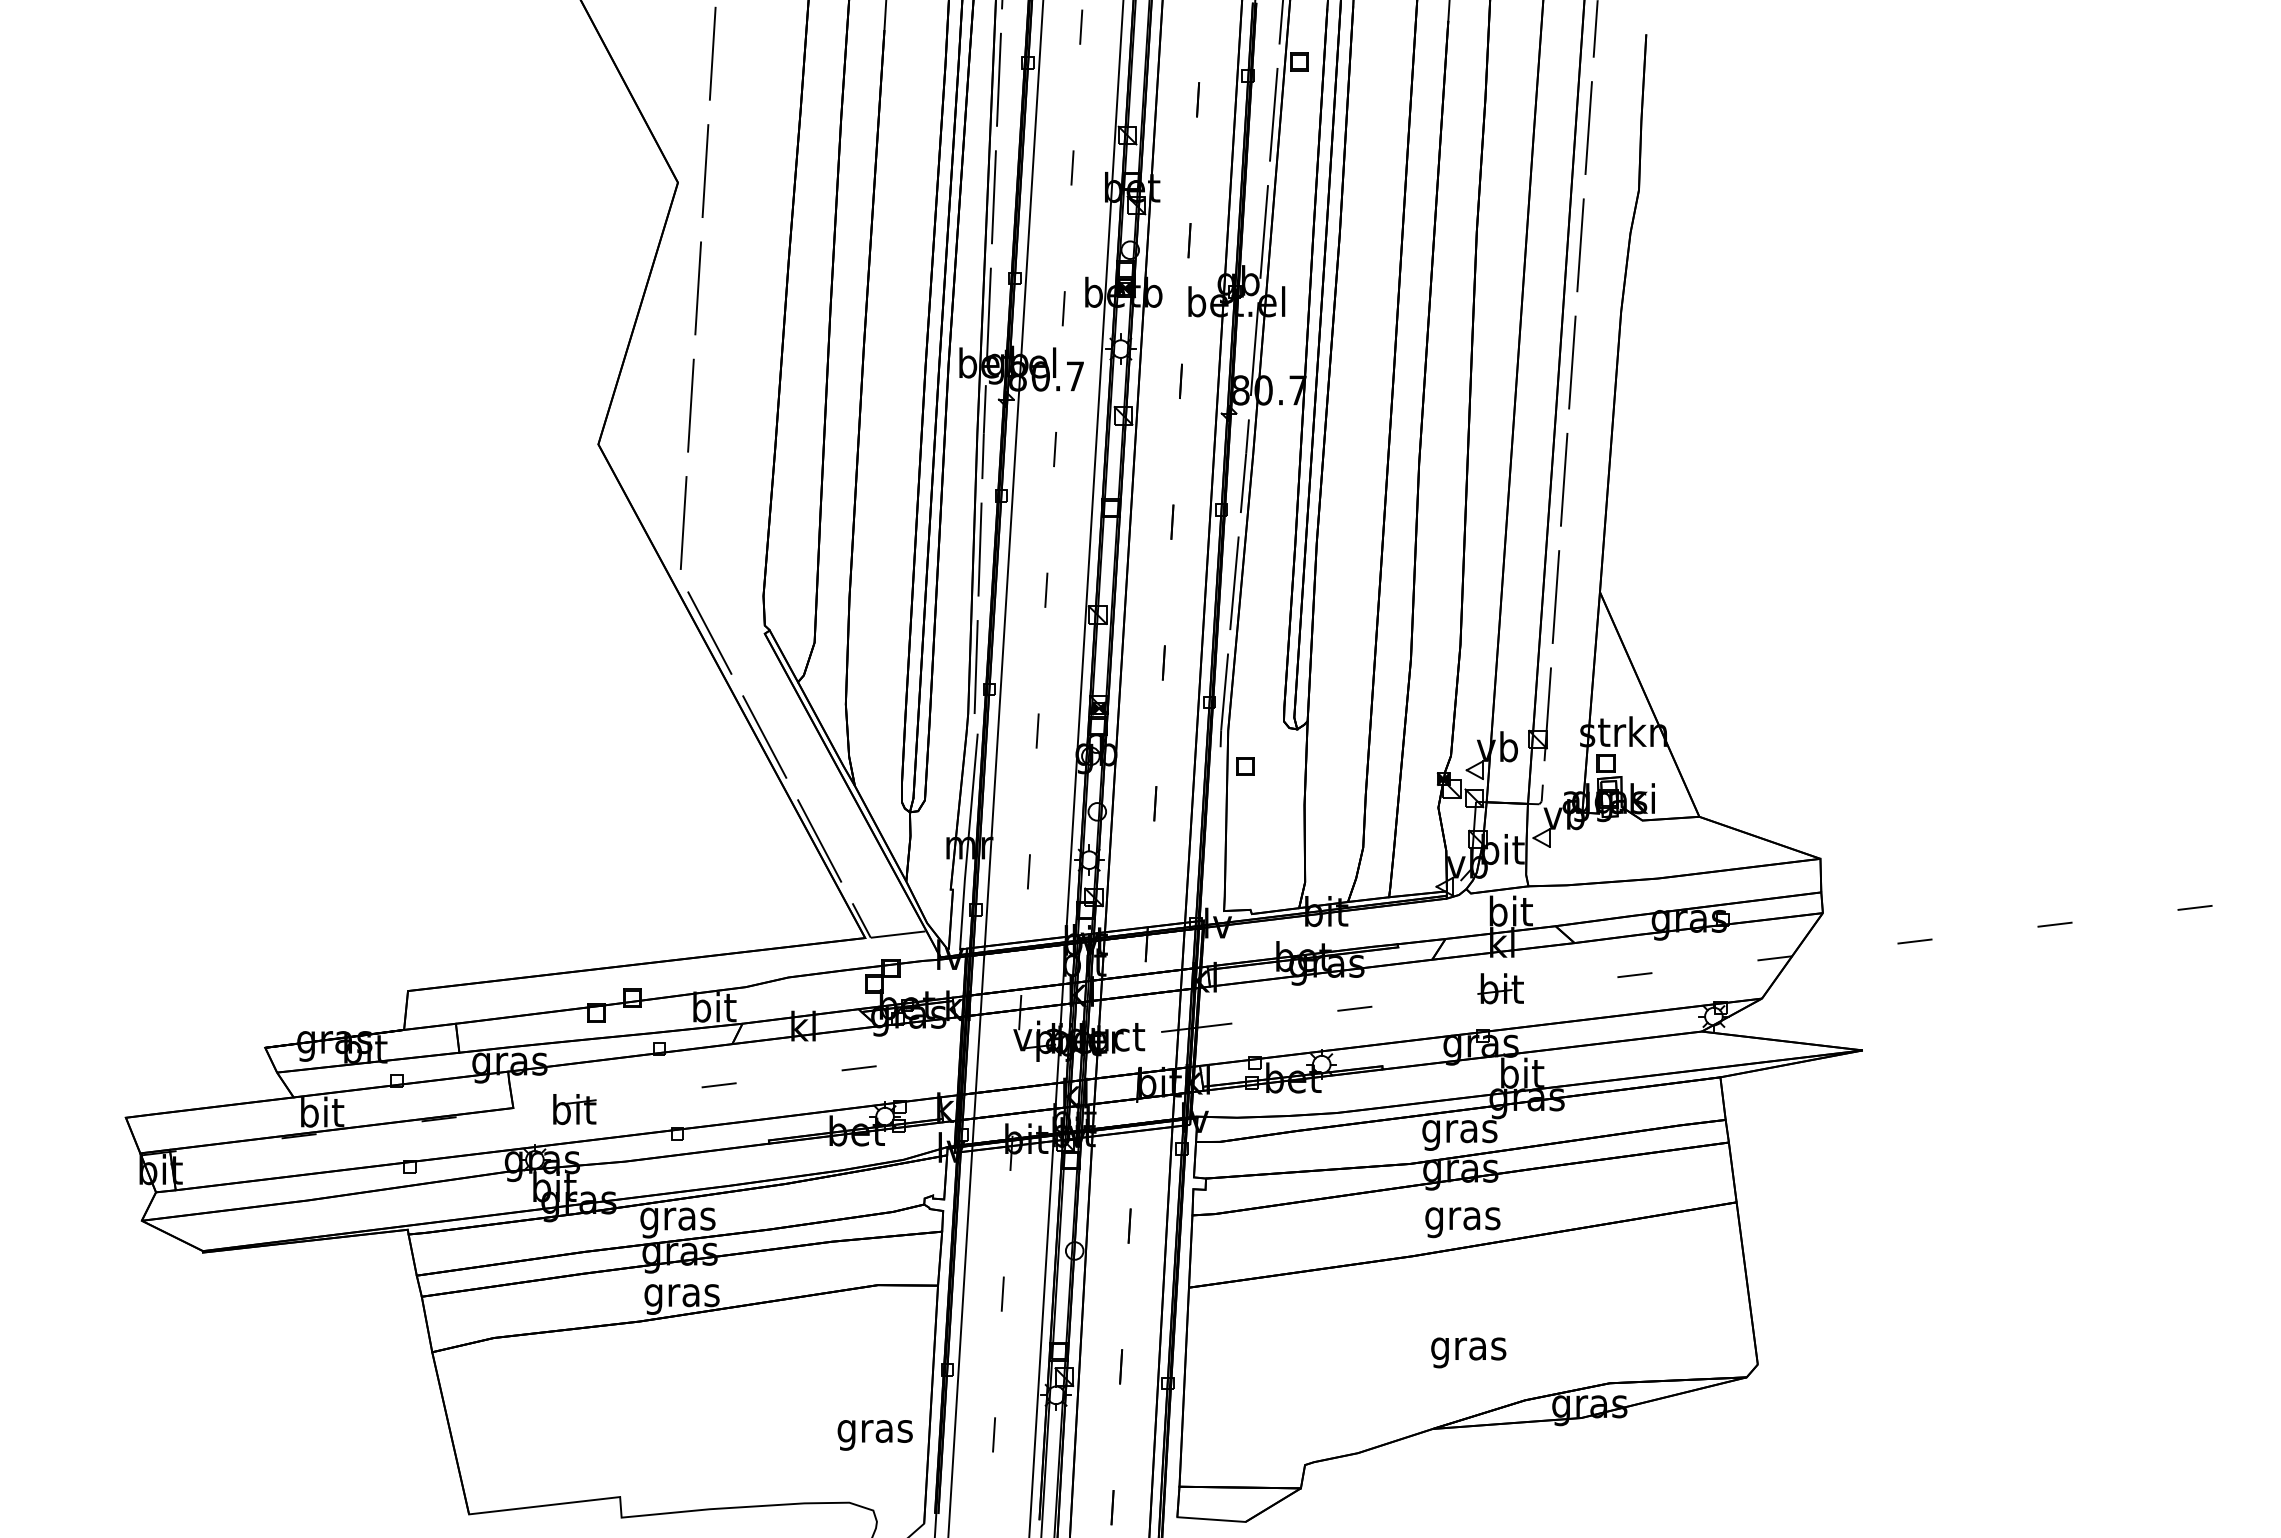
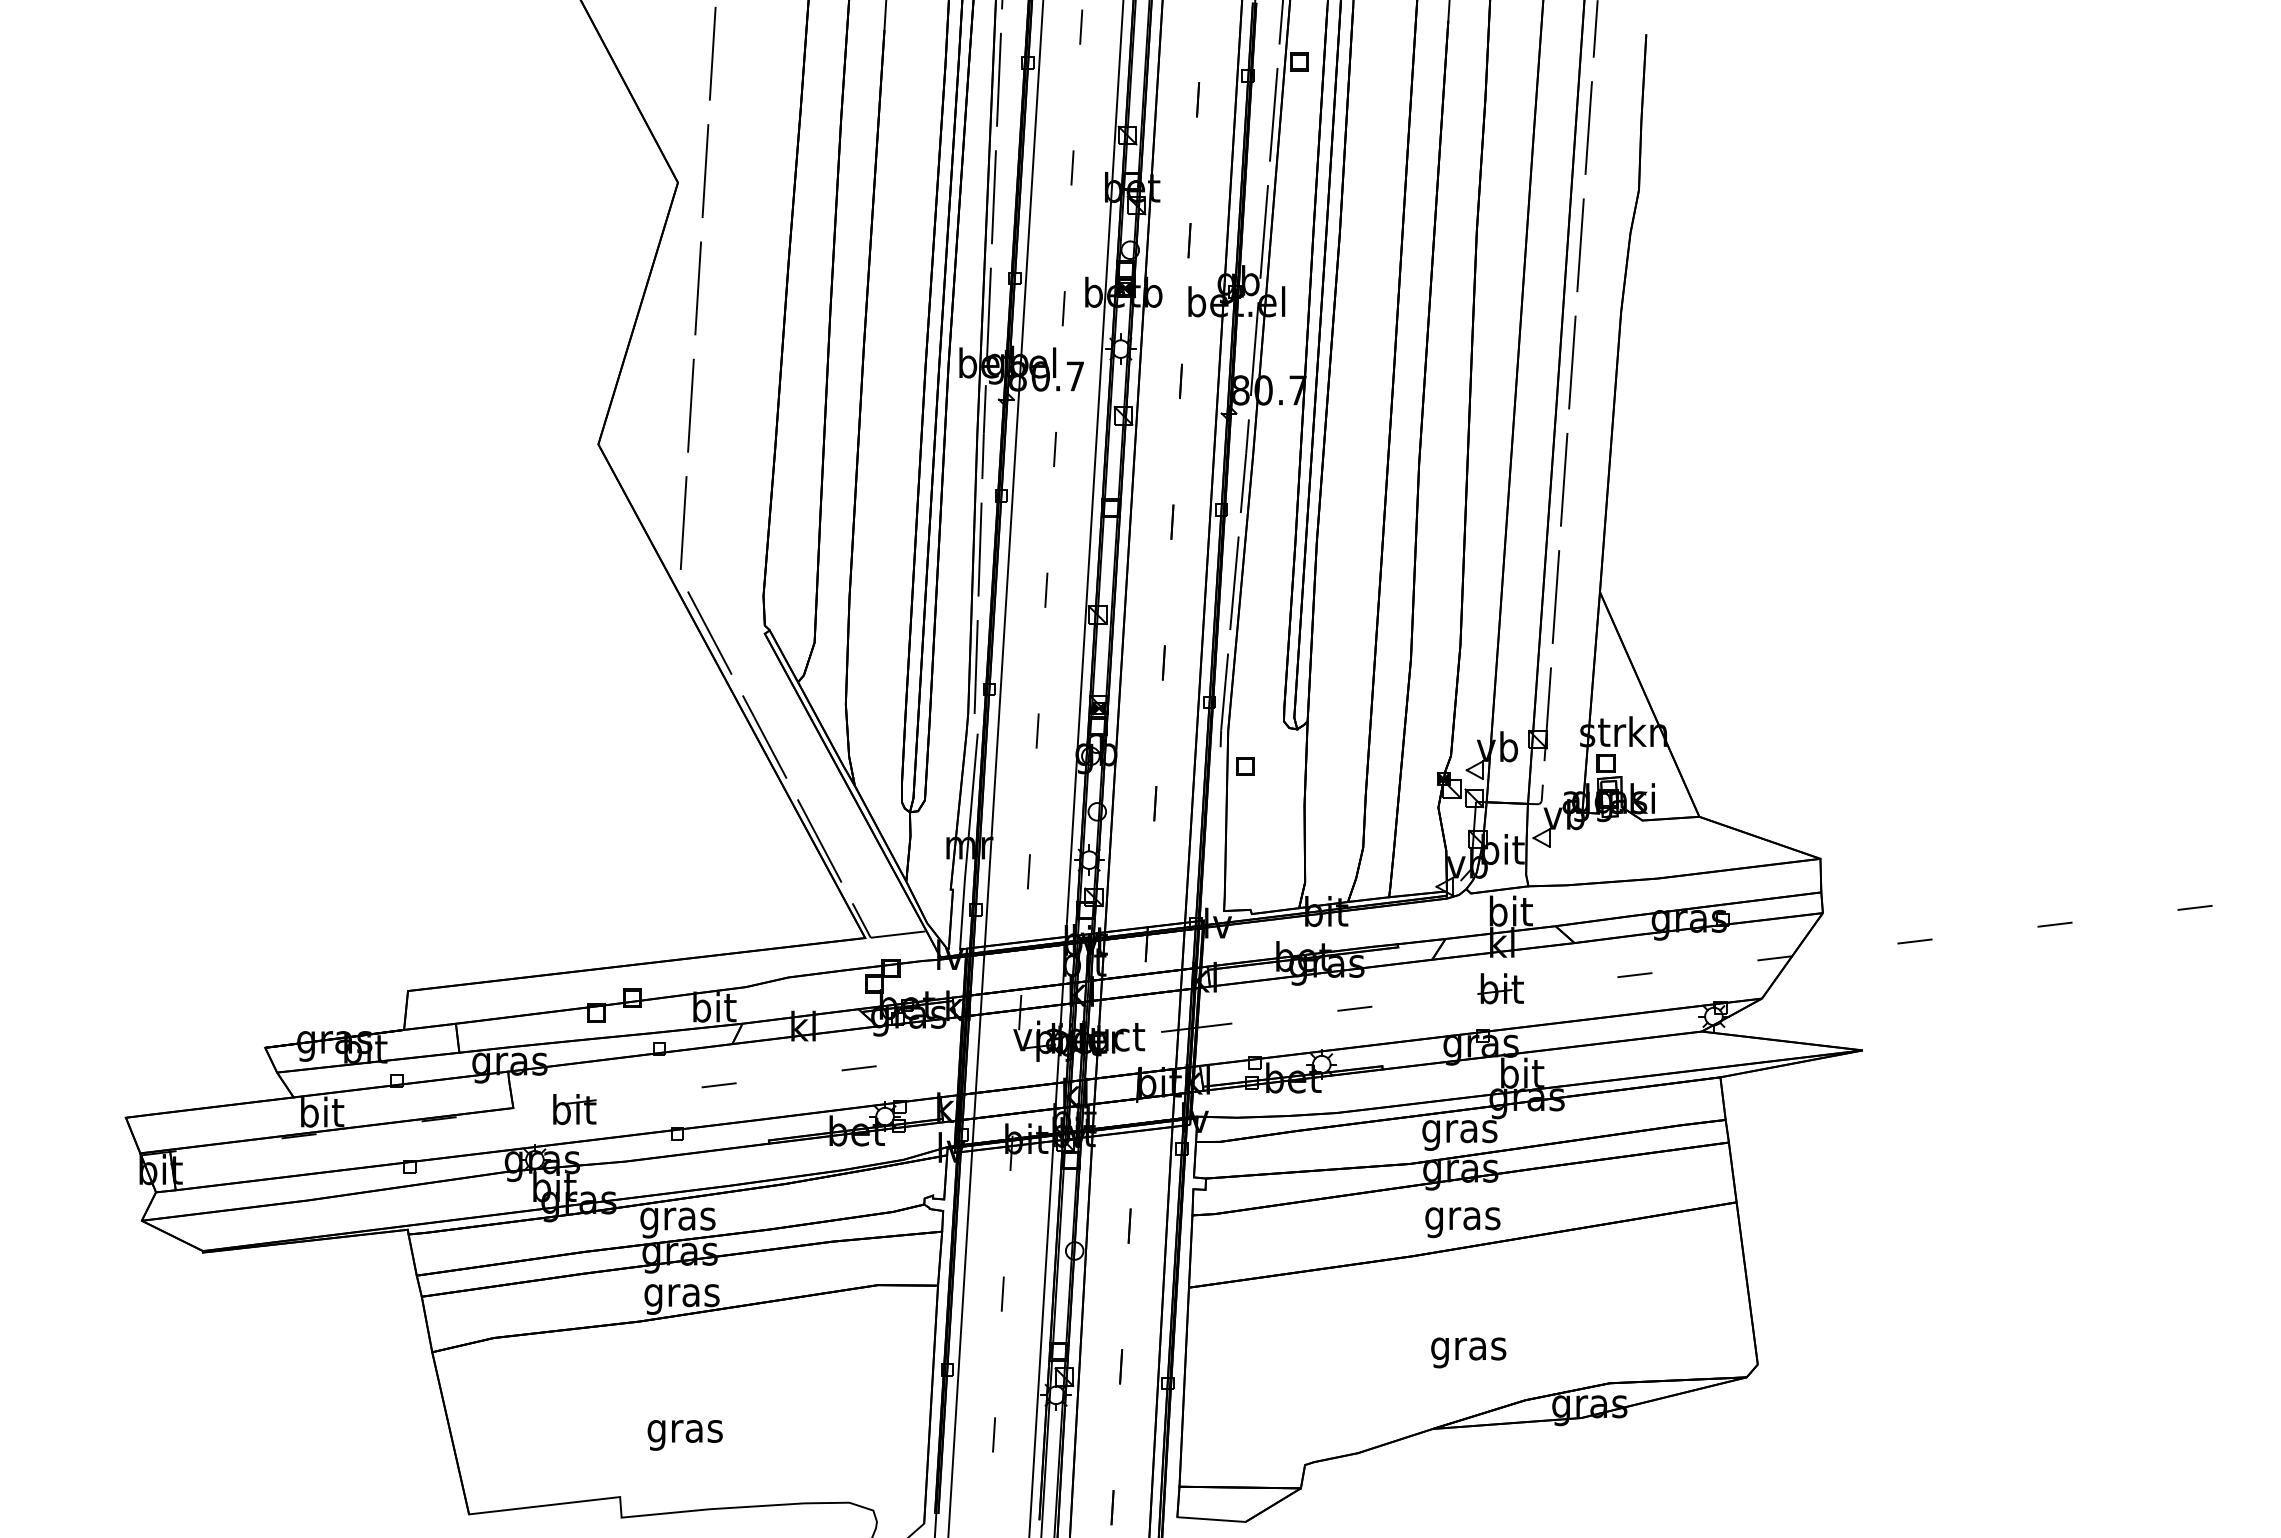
text at (874, 1435) position: (874, 1435) -> (684, 1435)
